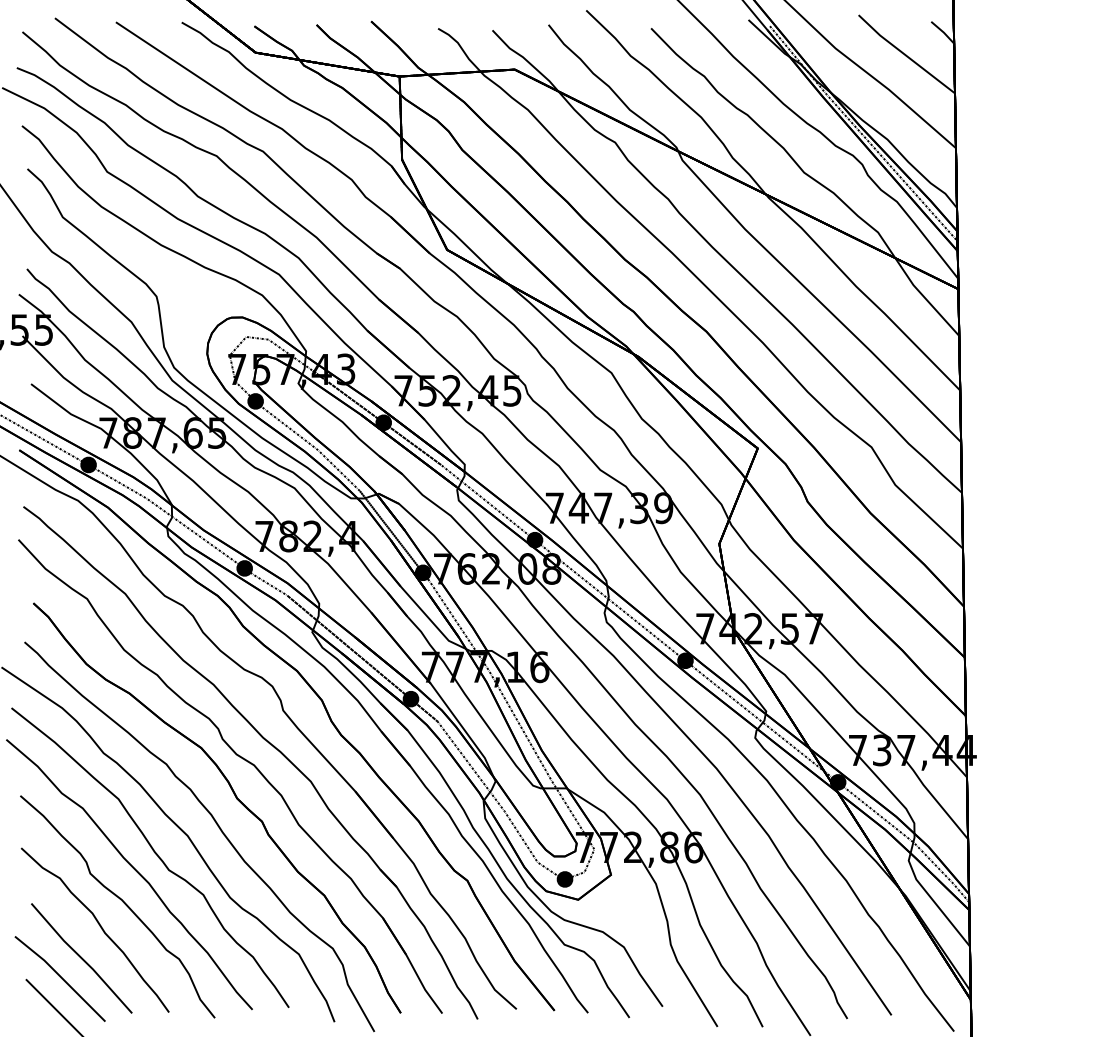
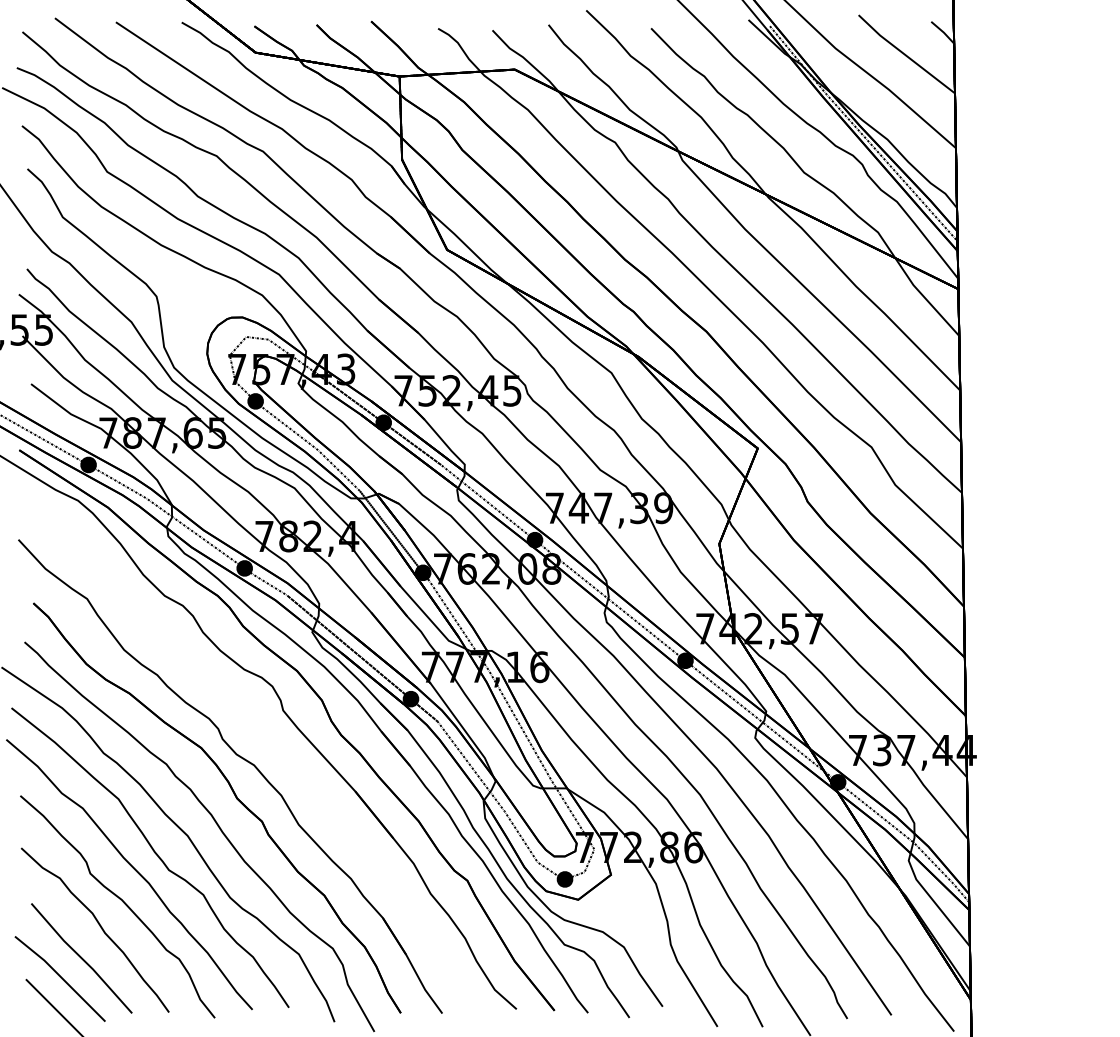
part at (264, 740): present -> none
